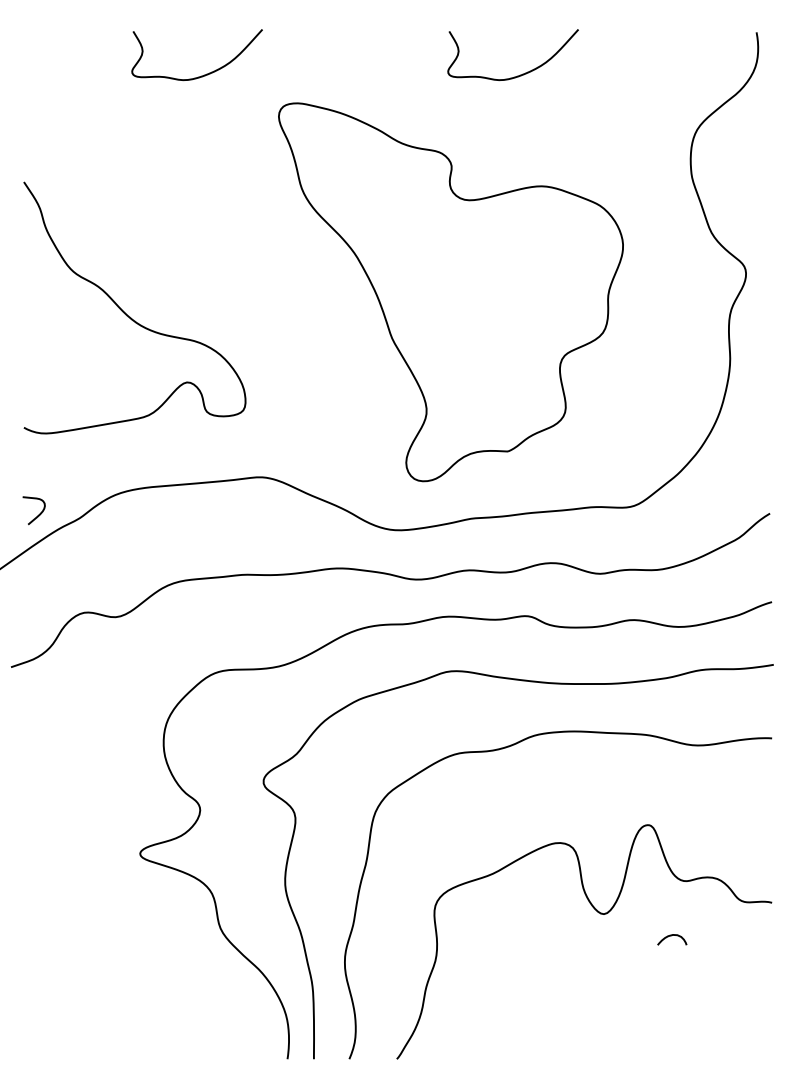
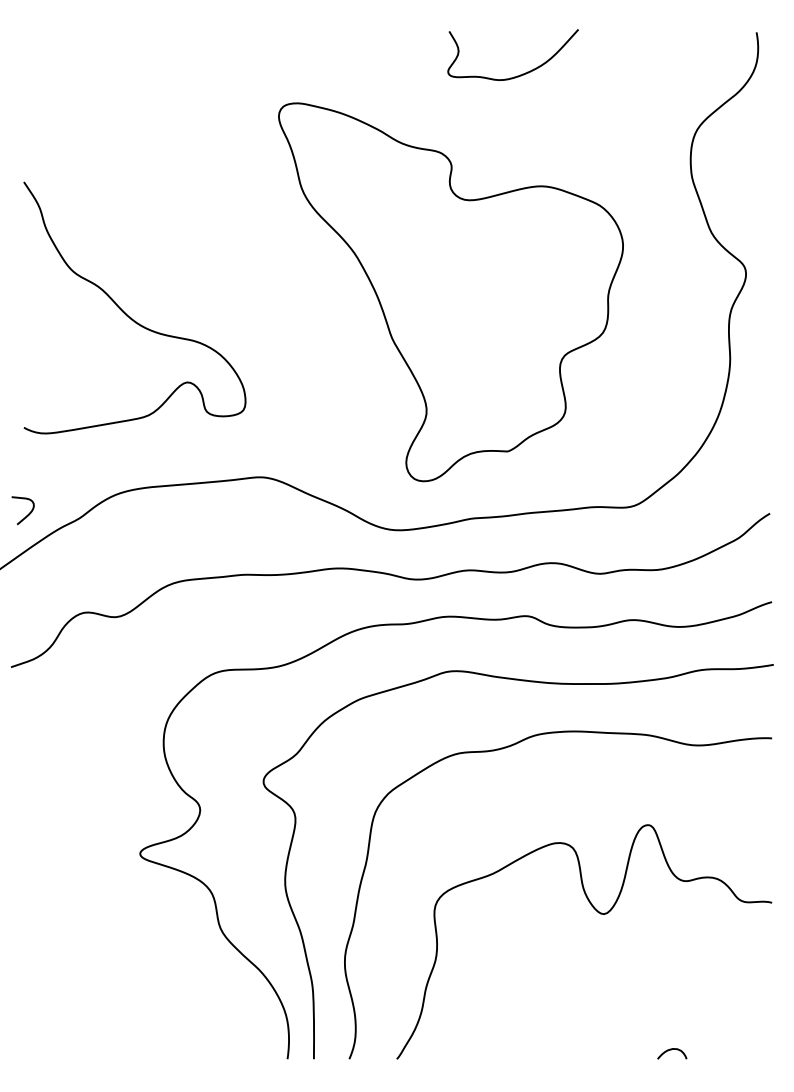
curve at (206, 73): present -> none
curve at (38, 514) position: (38, 514) -> (27, 514)
curve at (671, 936) position: (671, 936) -> (671, 1050)
